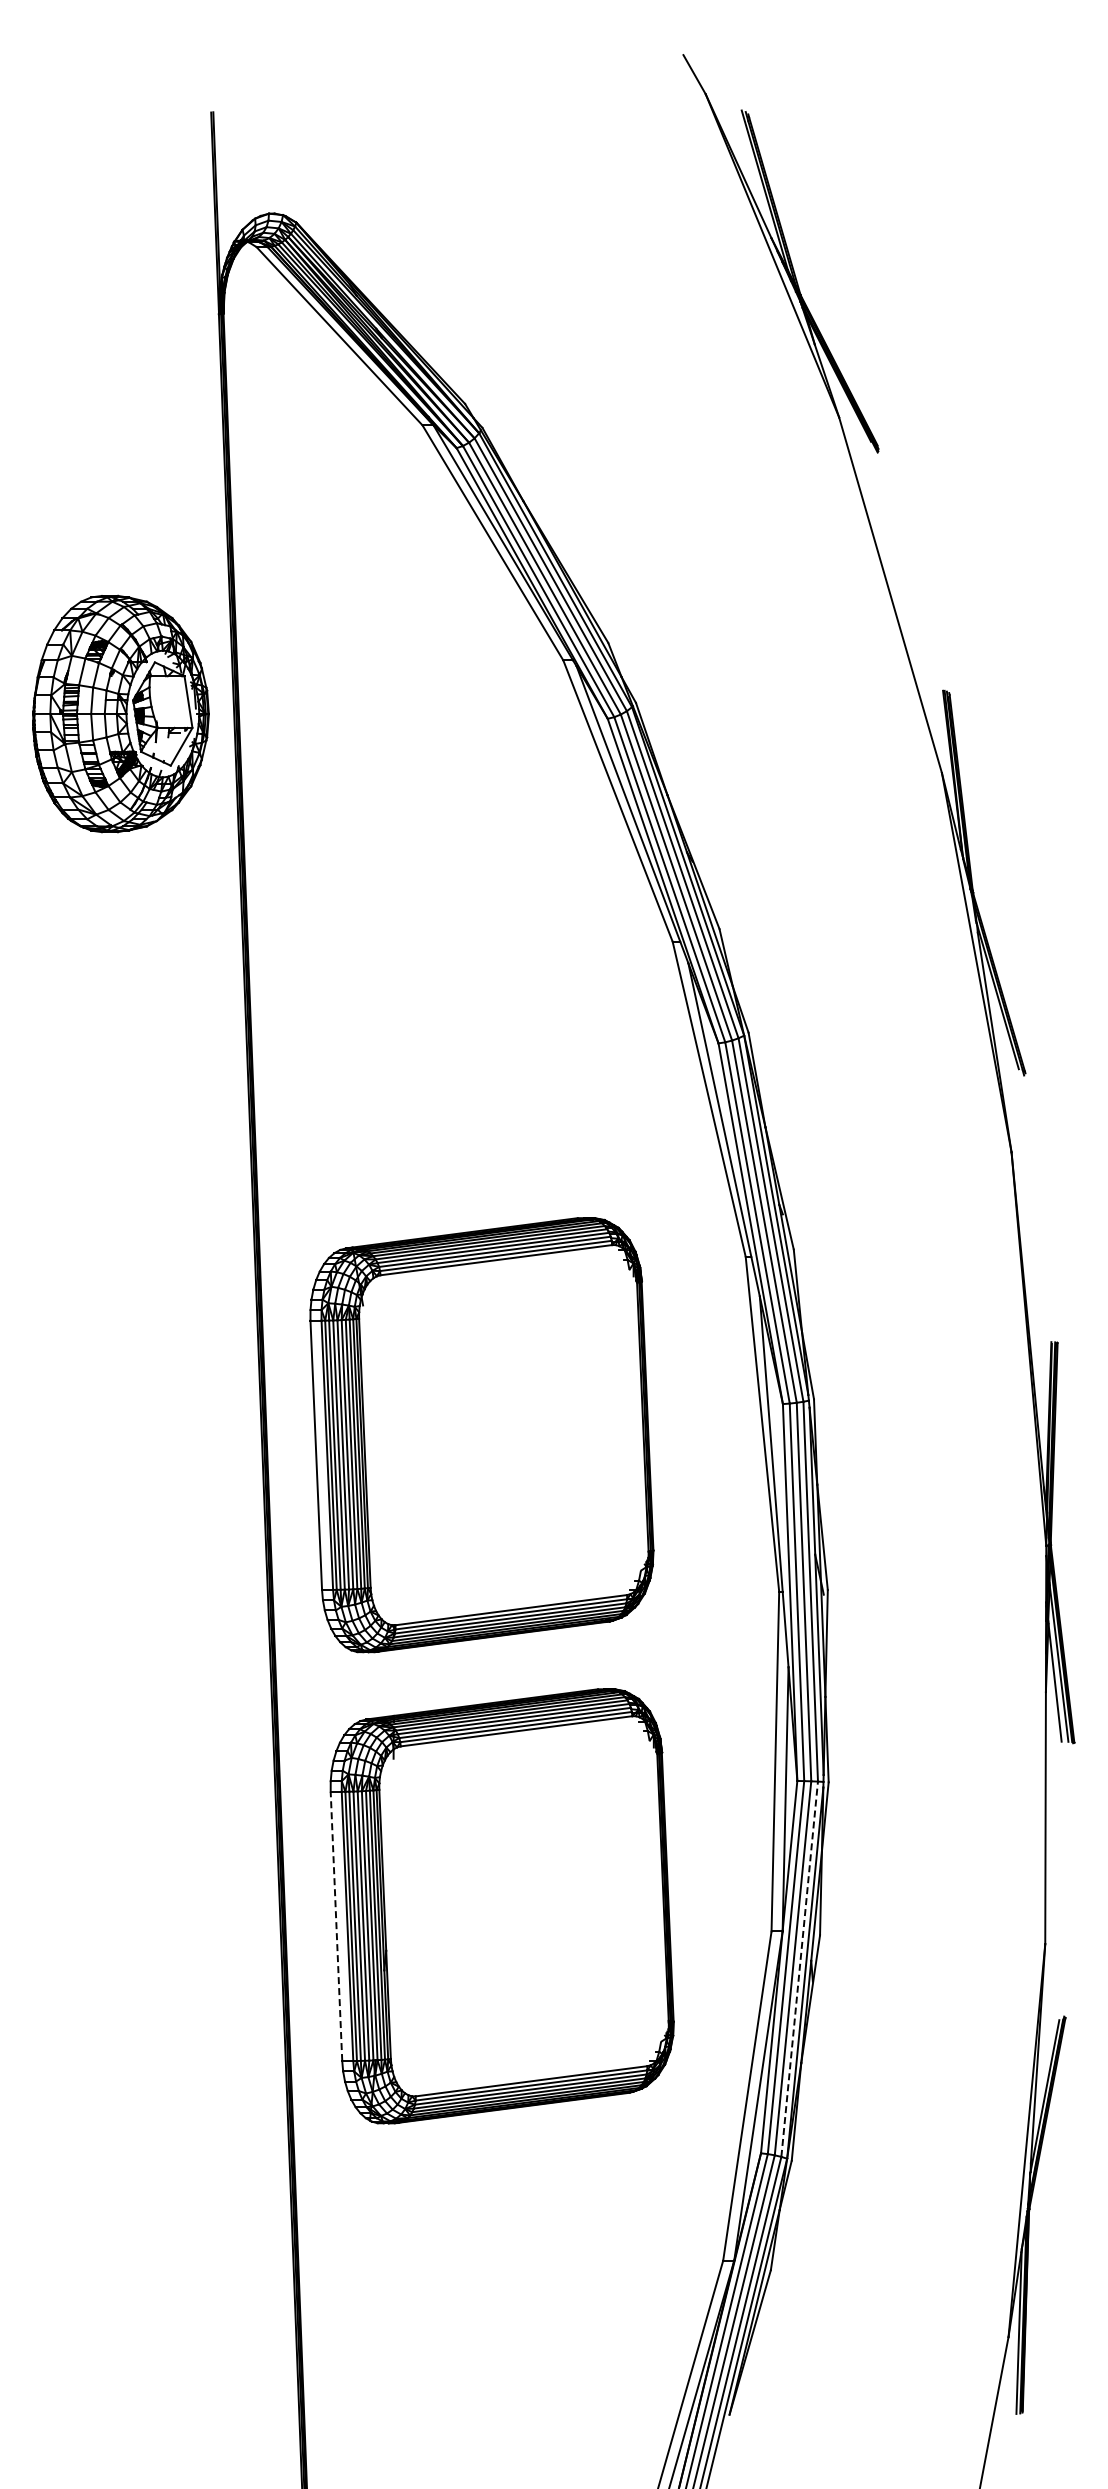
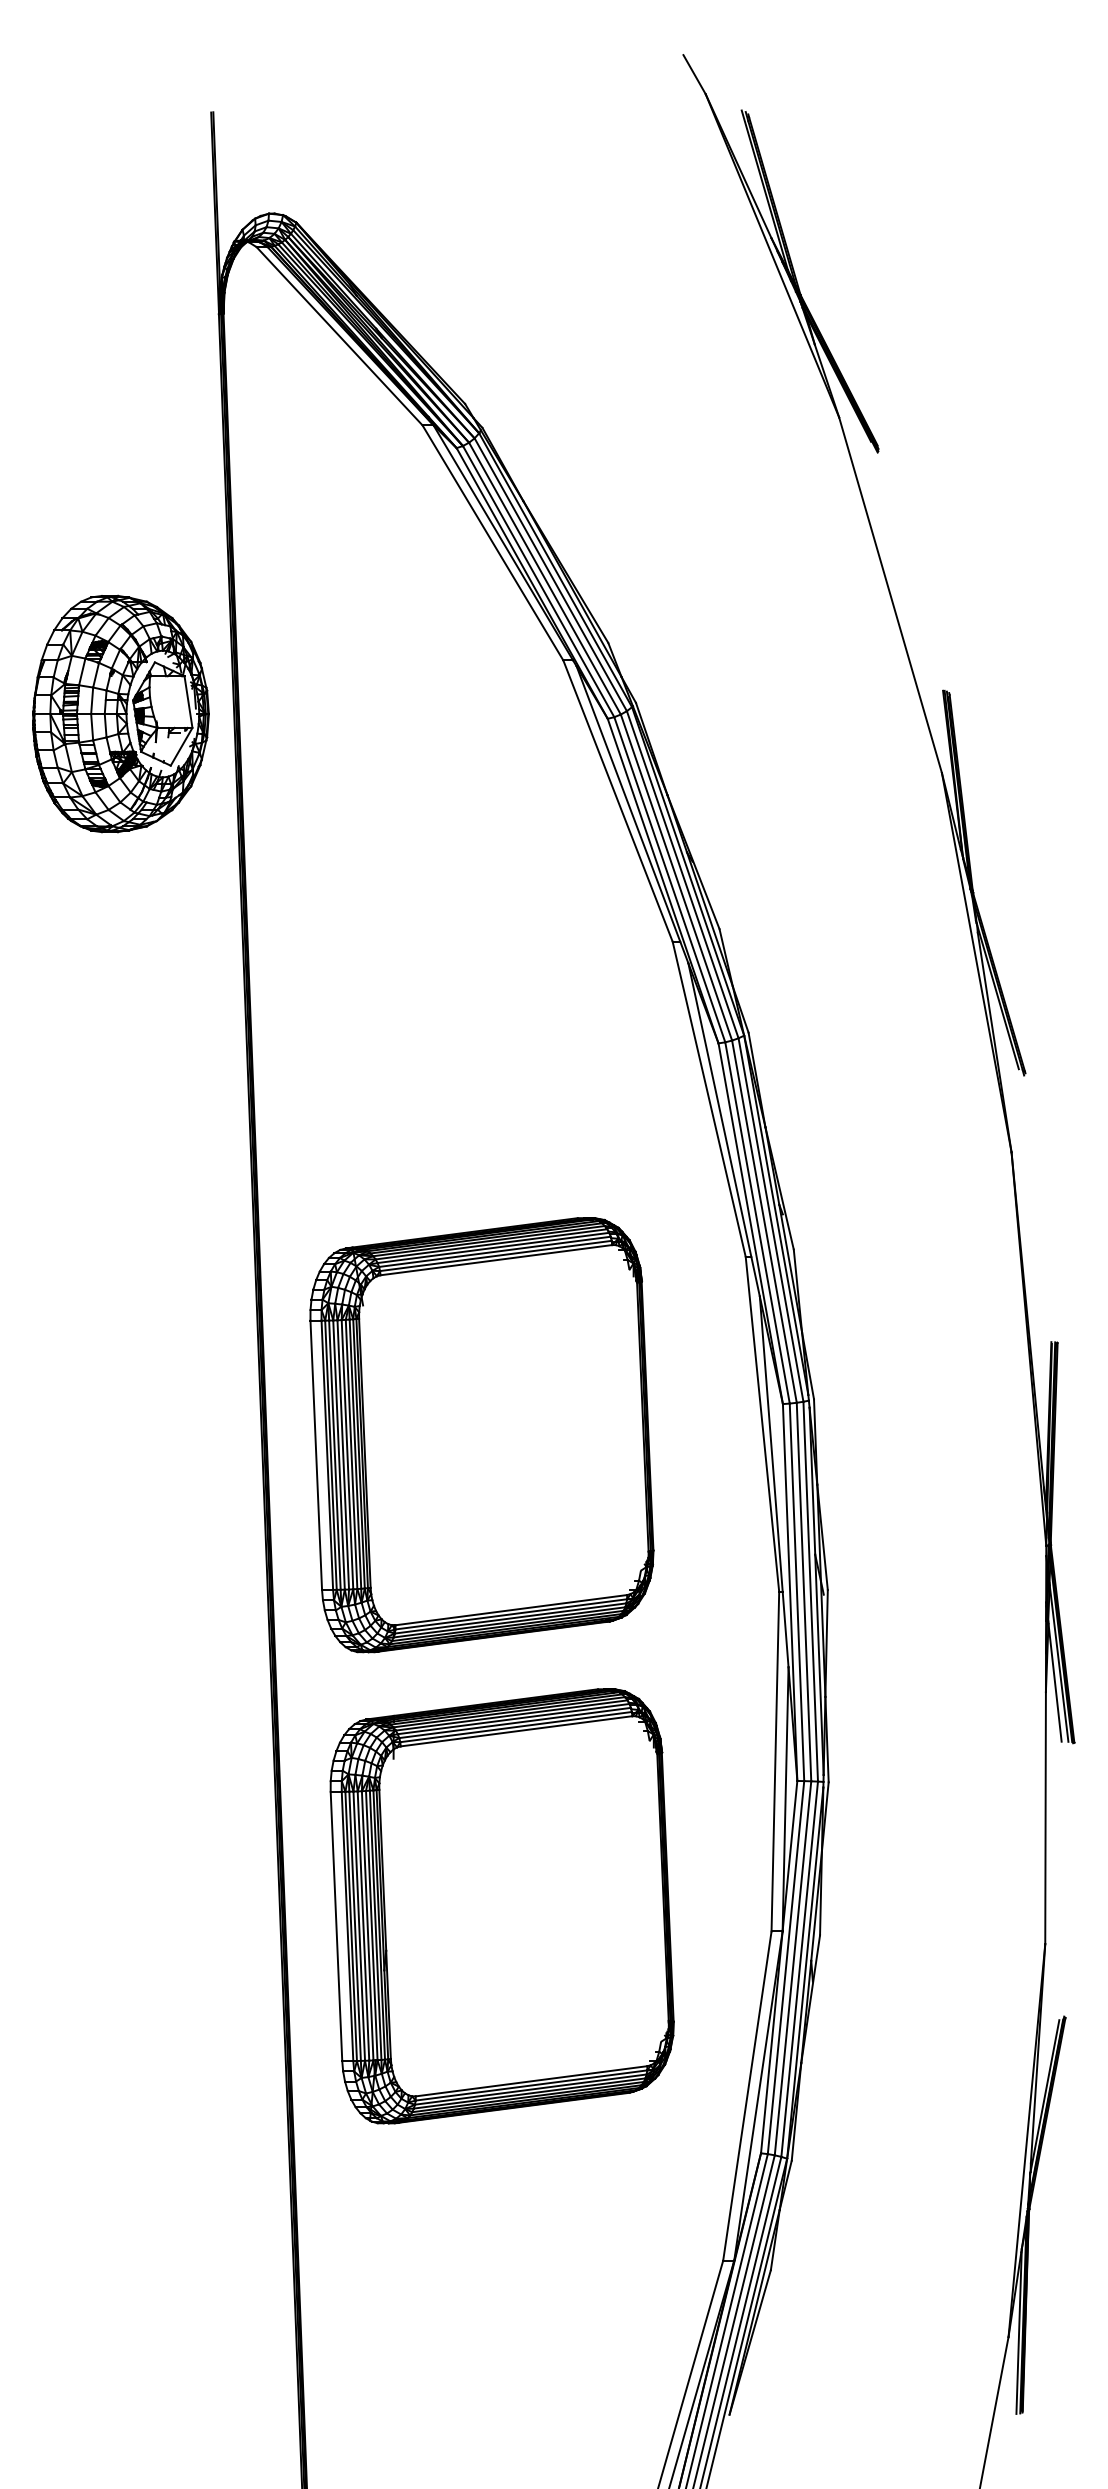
line at (336, 1926): dashed -> solid
line at (799, 1969): dashed -> solid
